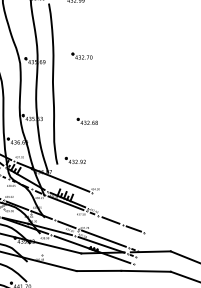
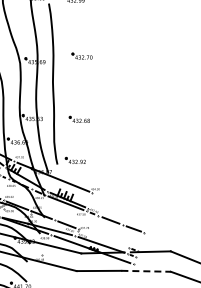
part at (86, 120) position: (86, 120) -> (78, 118)
line at (103, 238): present -> none
line at (146, 271): solid -> dashed
